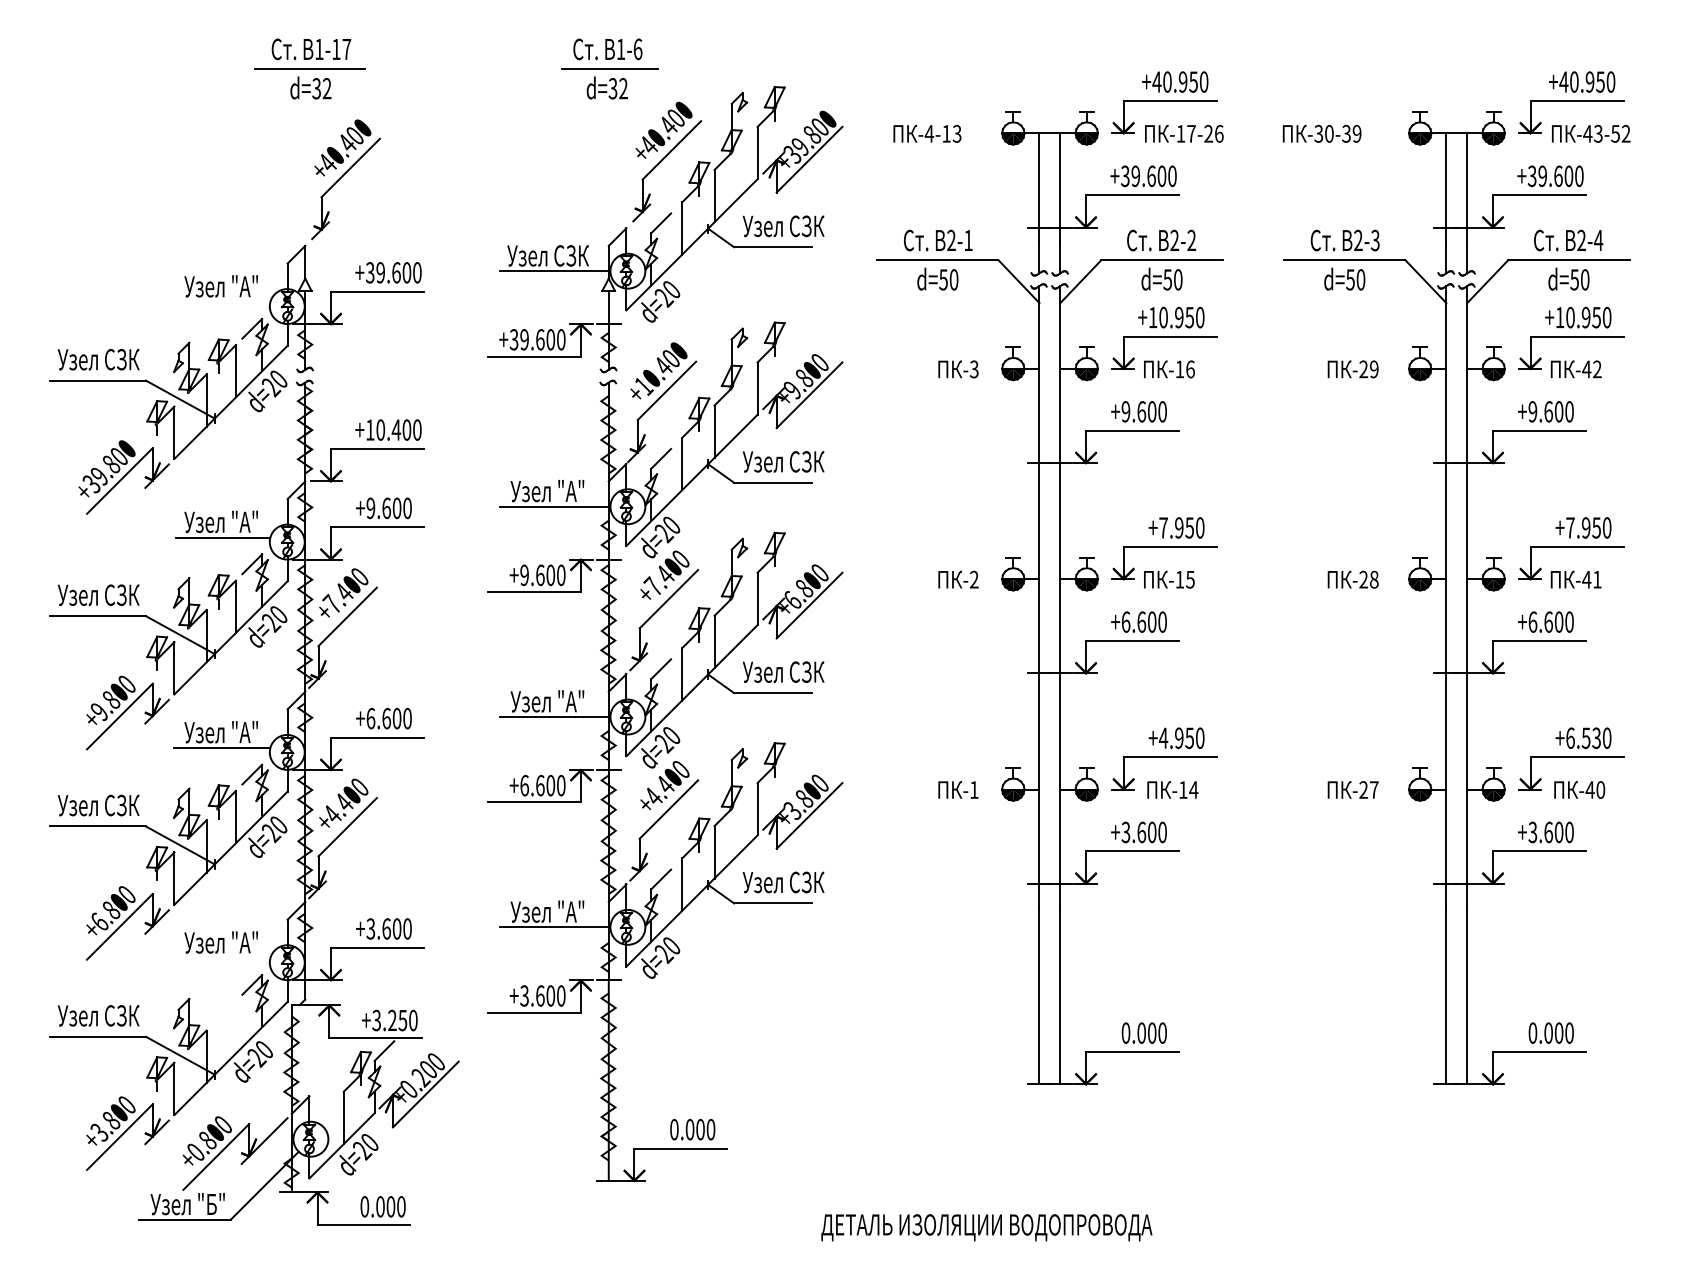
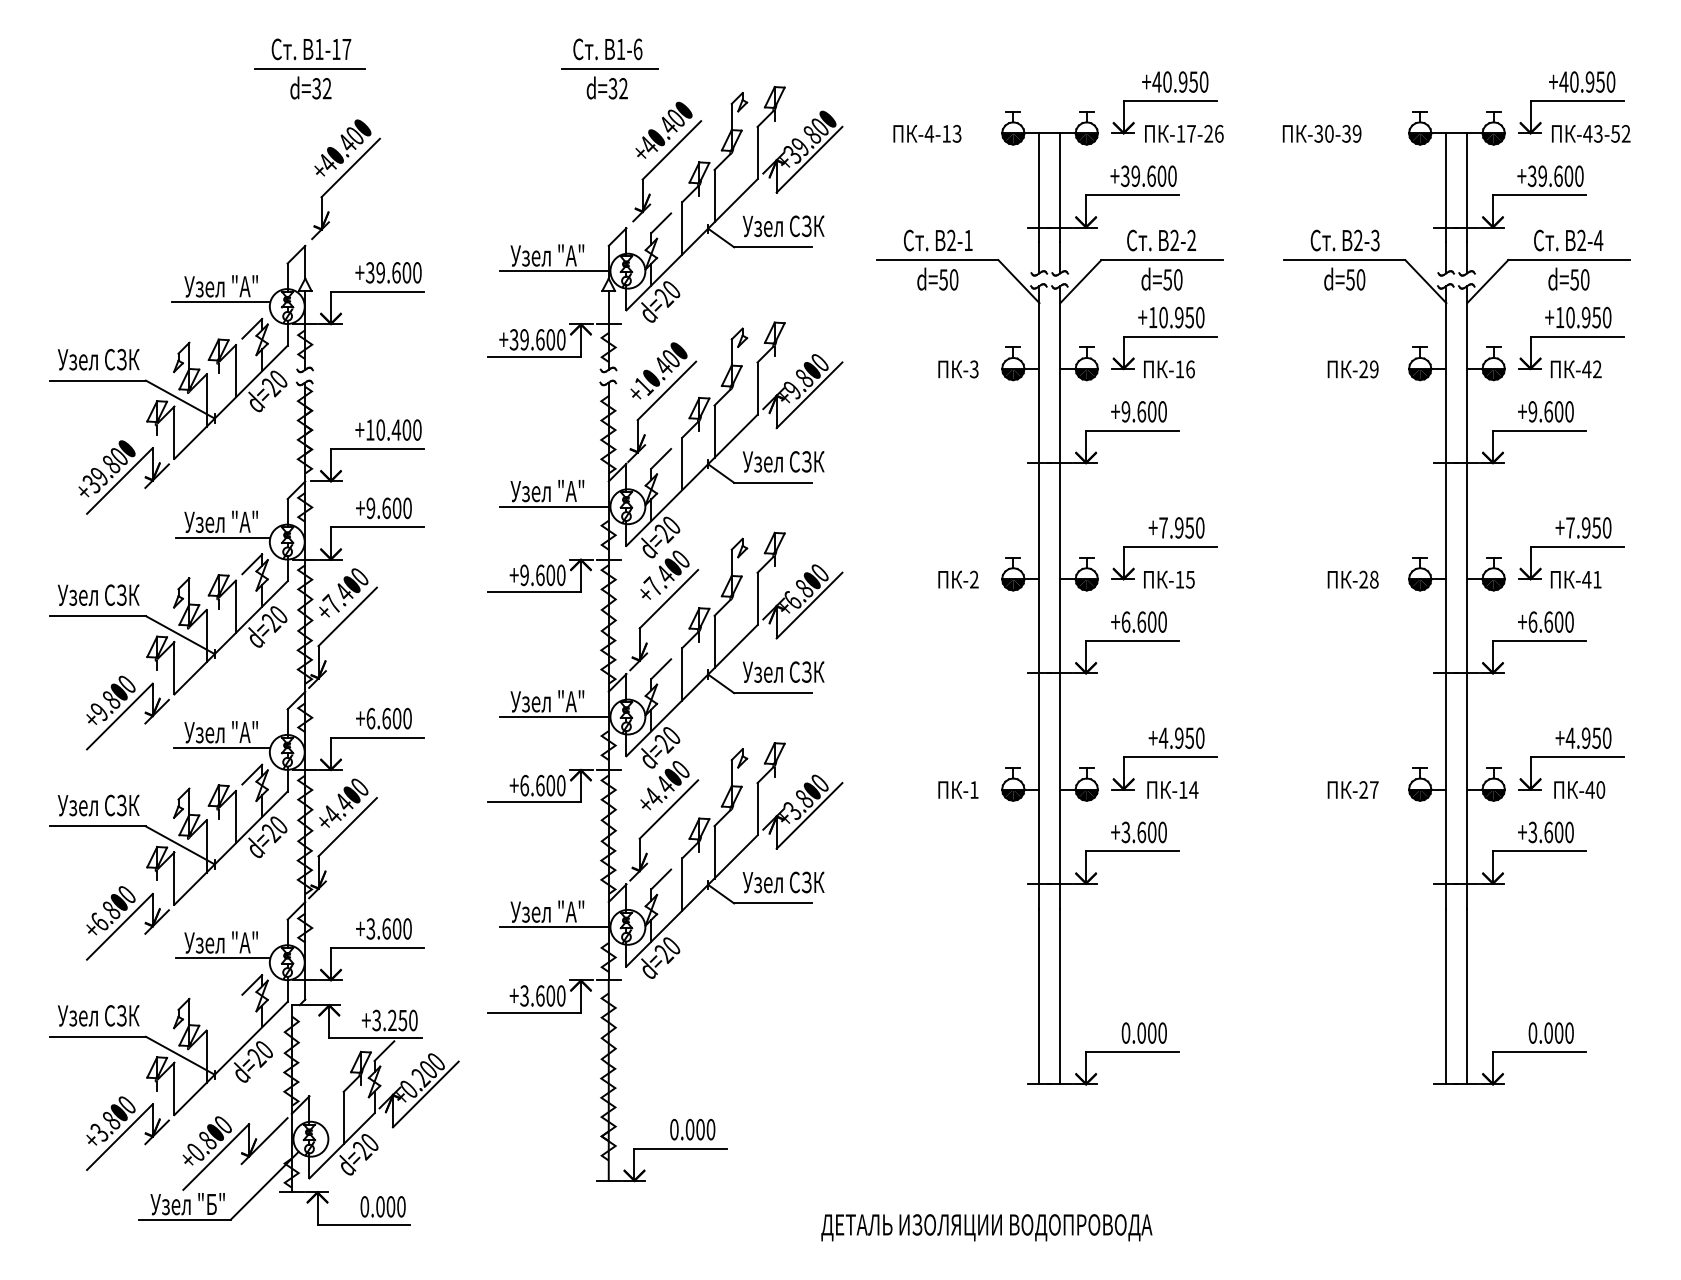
text at (547, 255): Узел СЗК -> Узел "А"
line at (221, 302): none -> present
text at (1582, 737): +6.530 -> +4.950
line at (222, 958): none -> present
